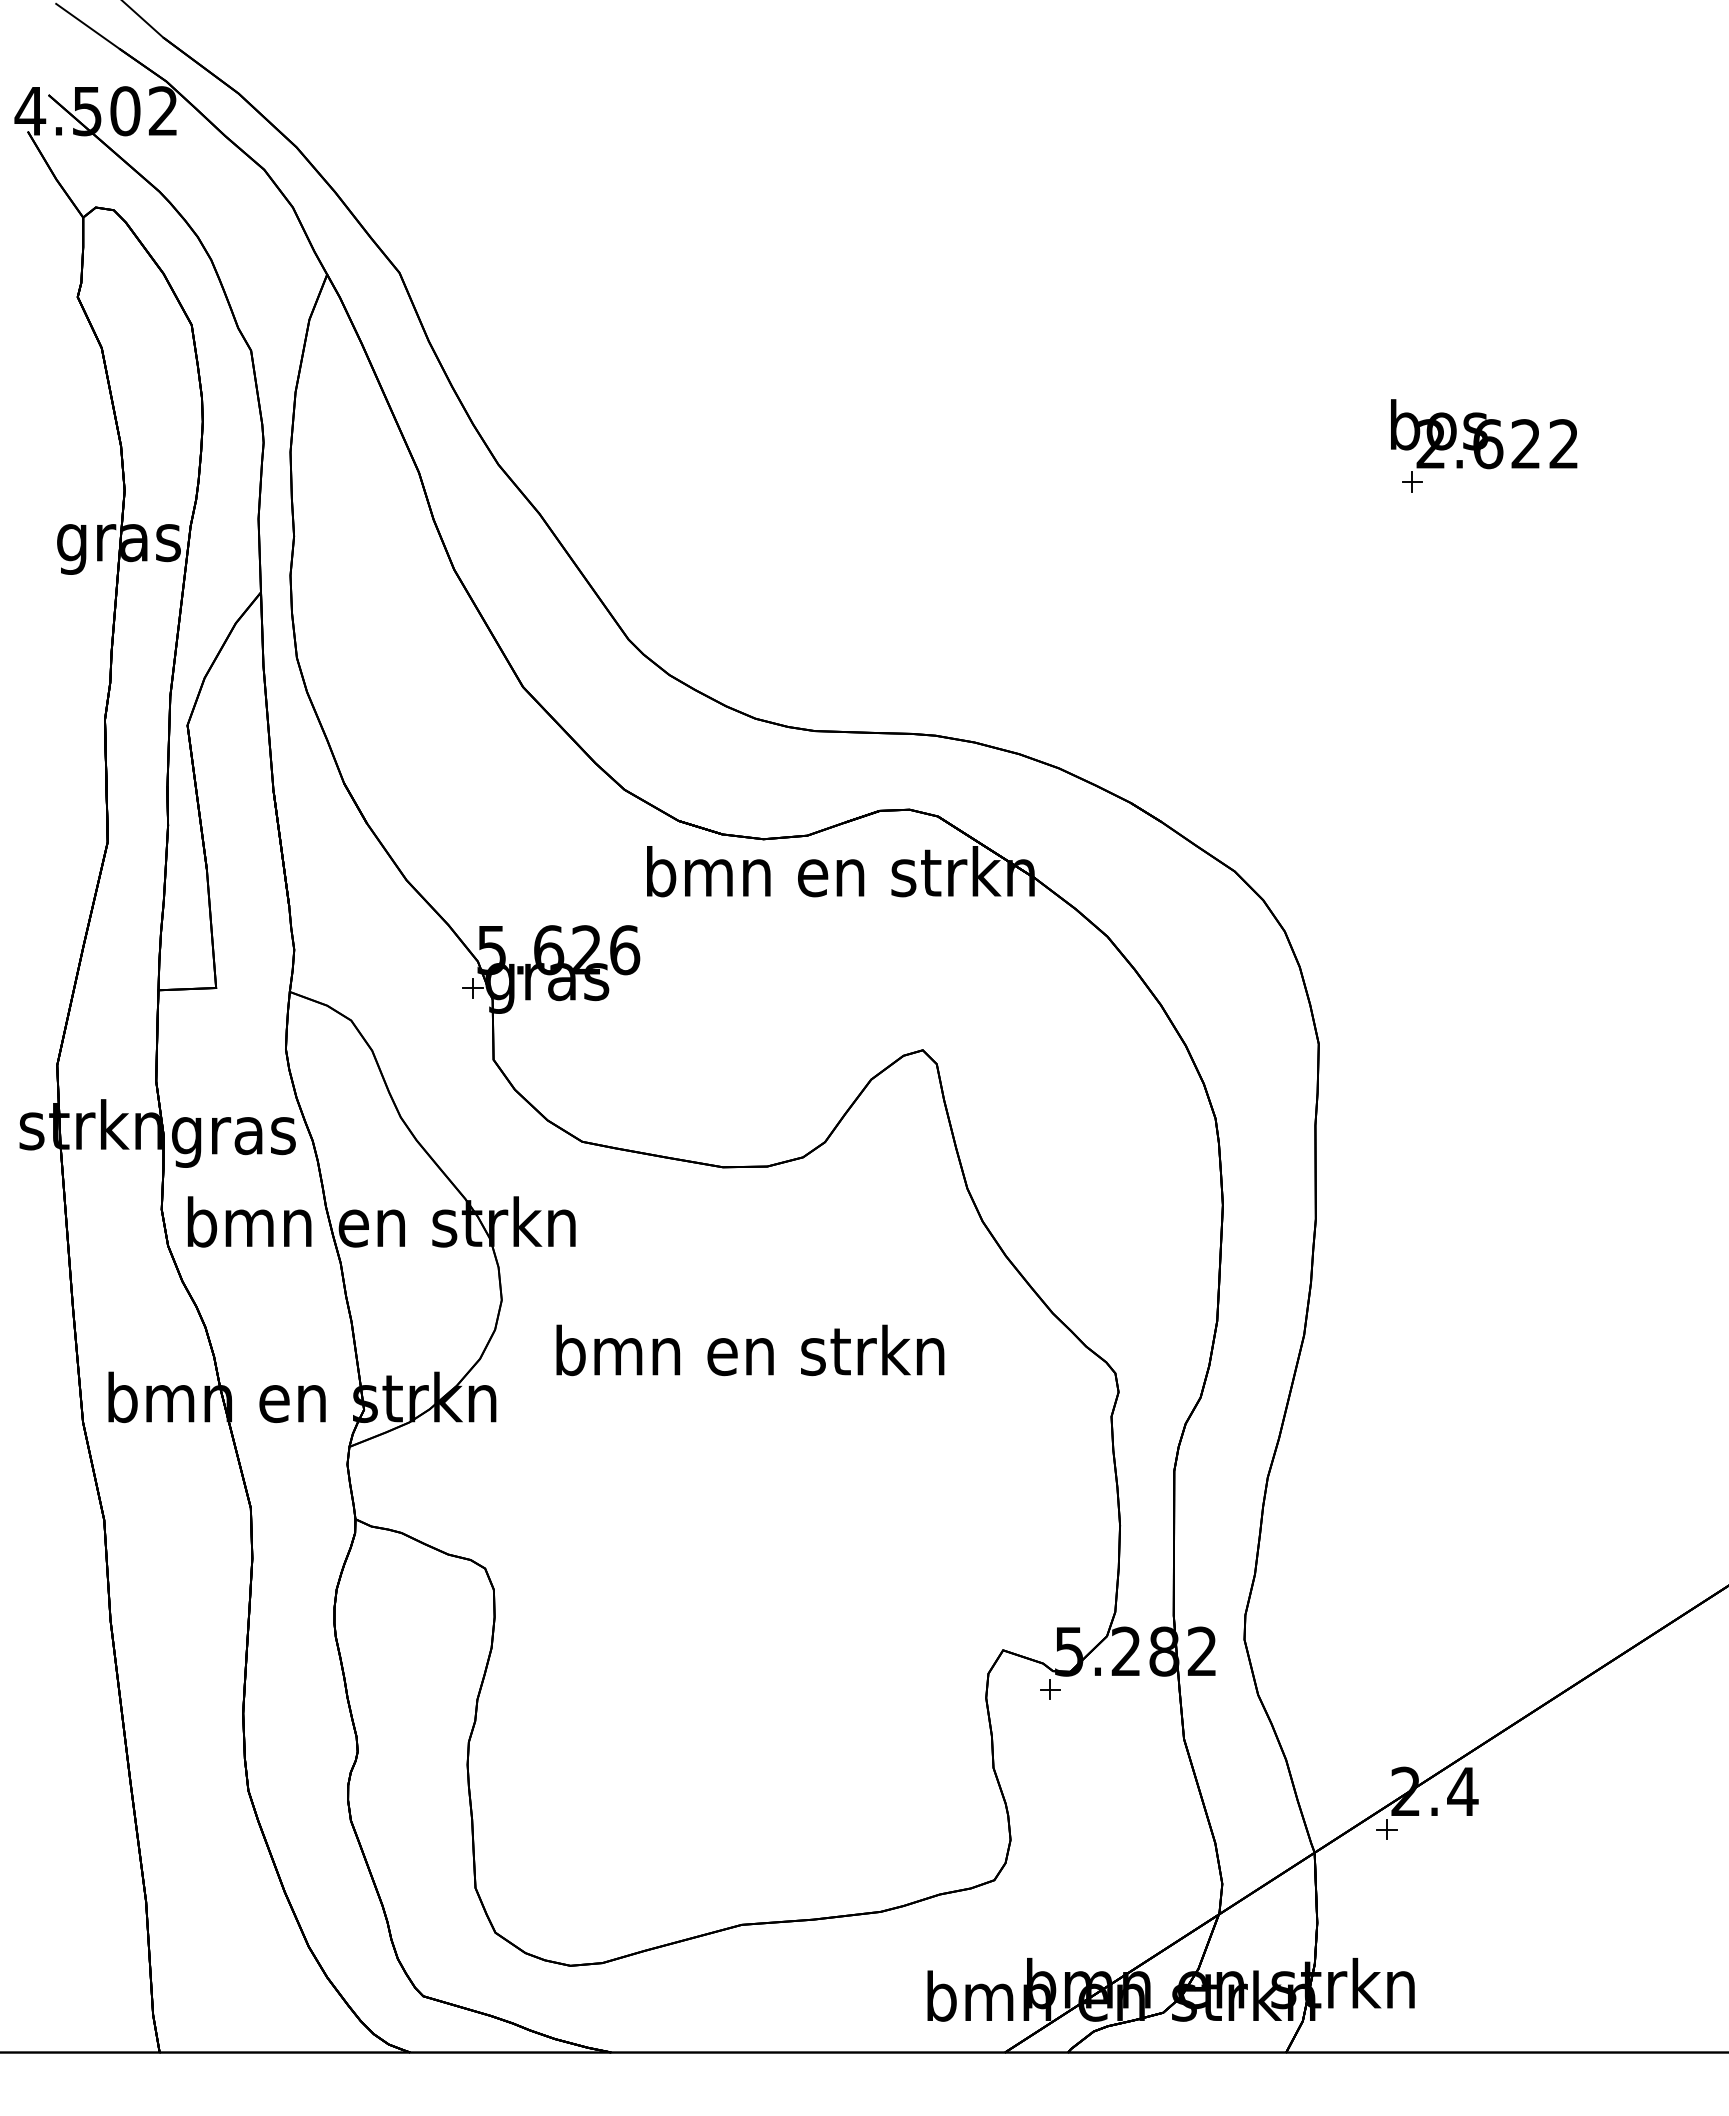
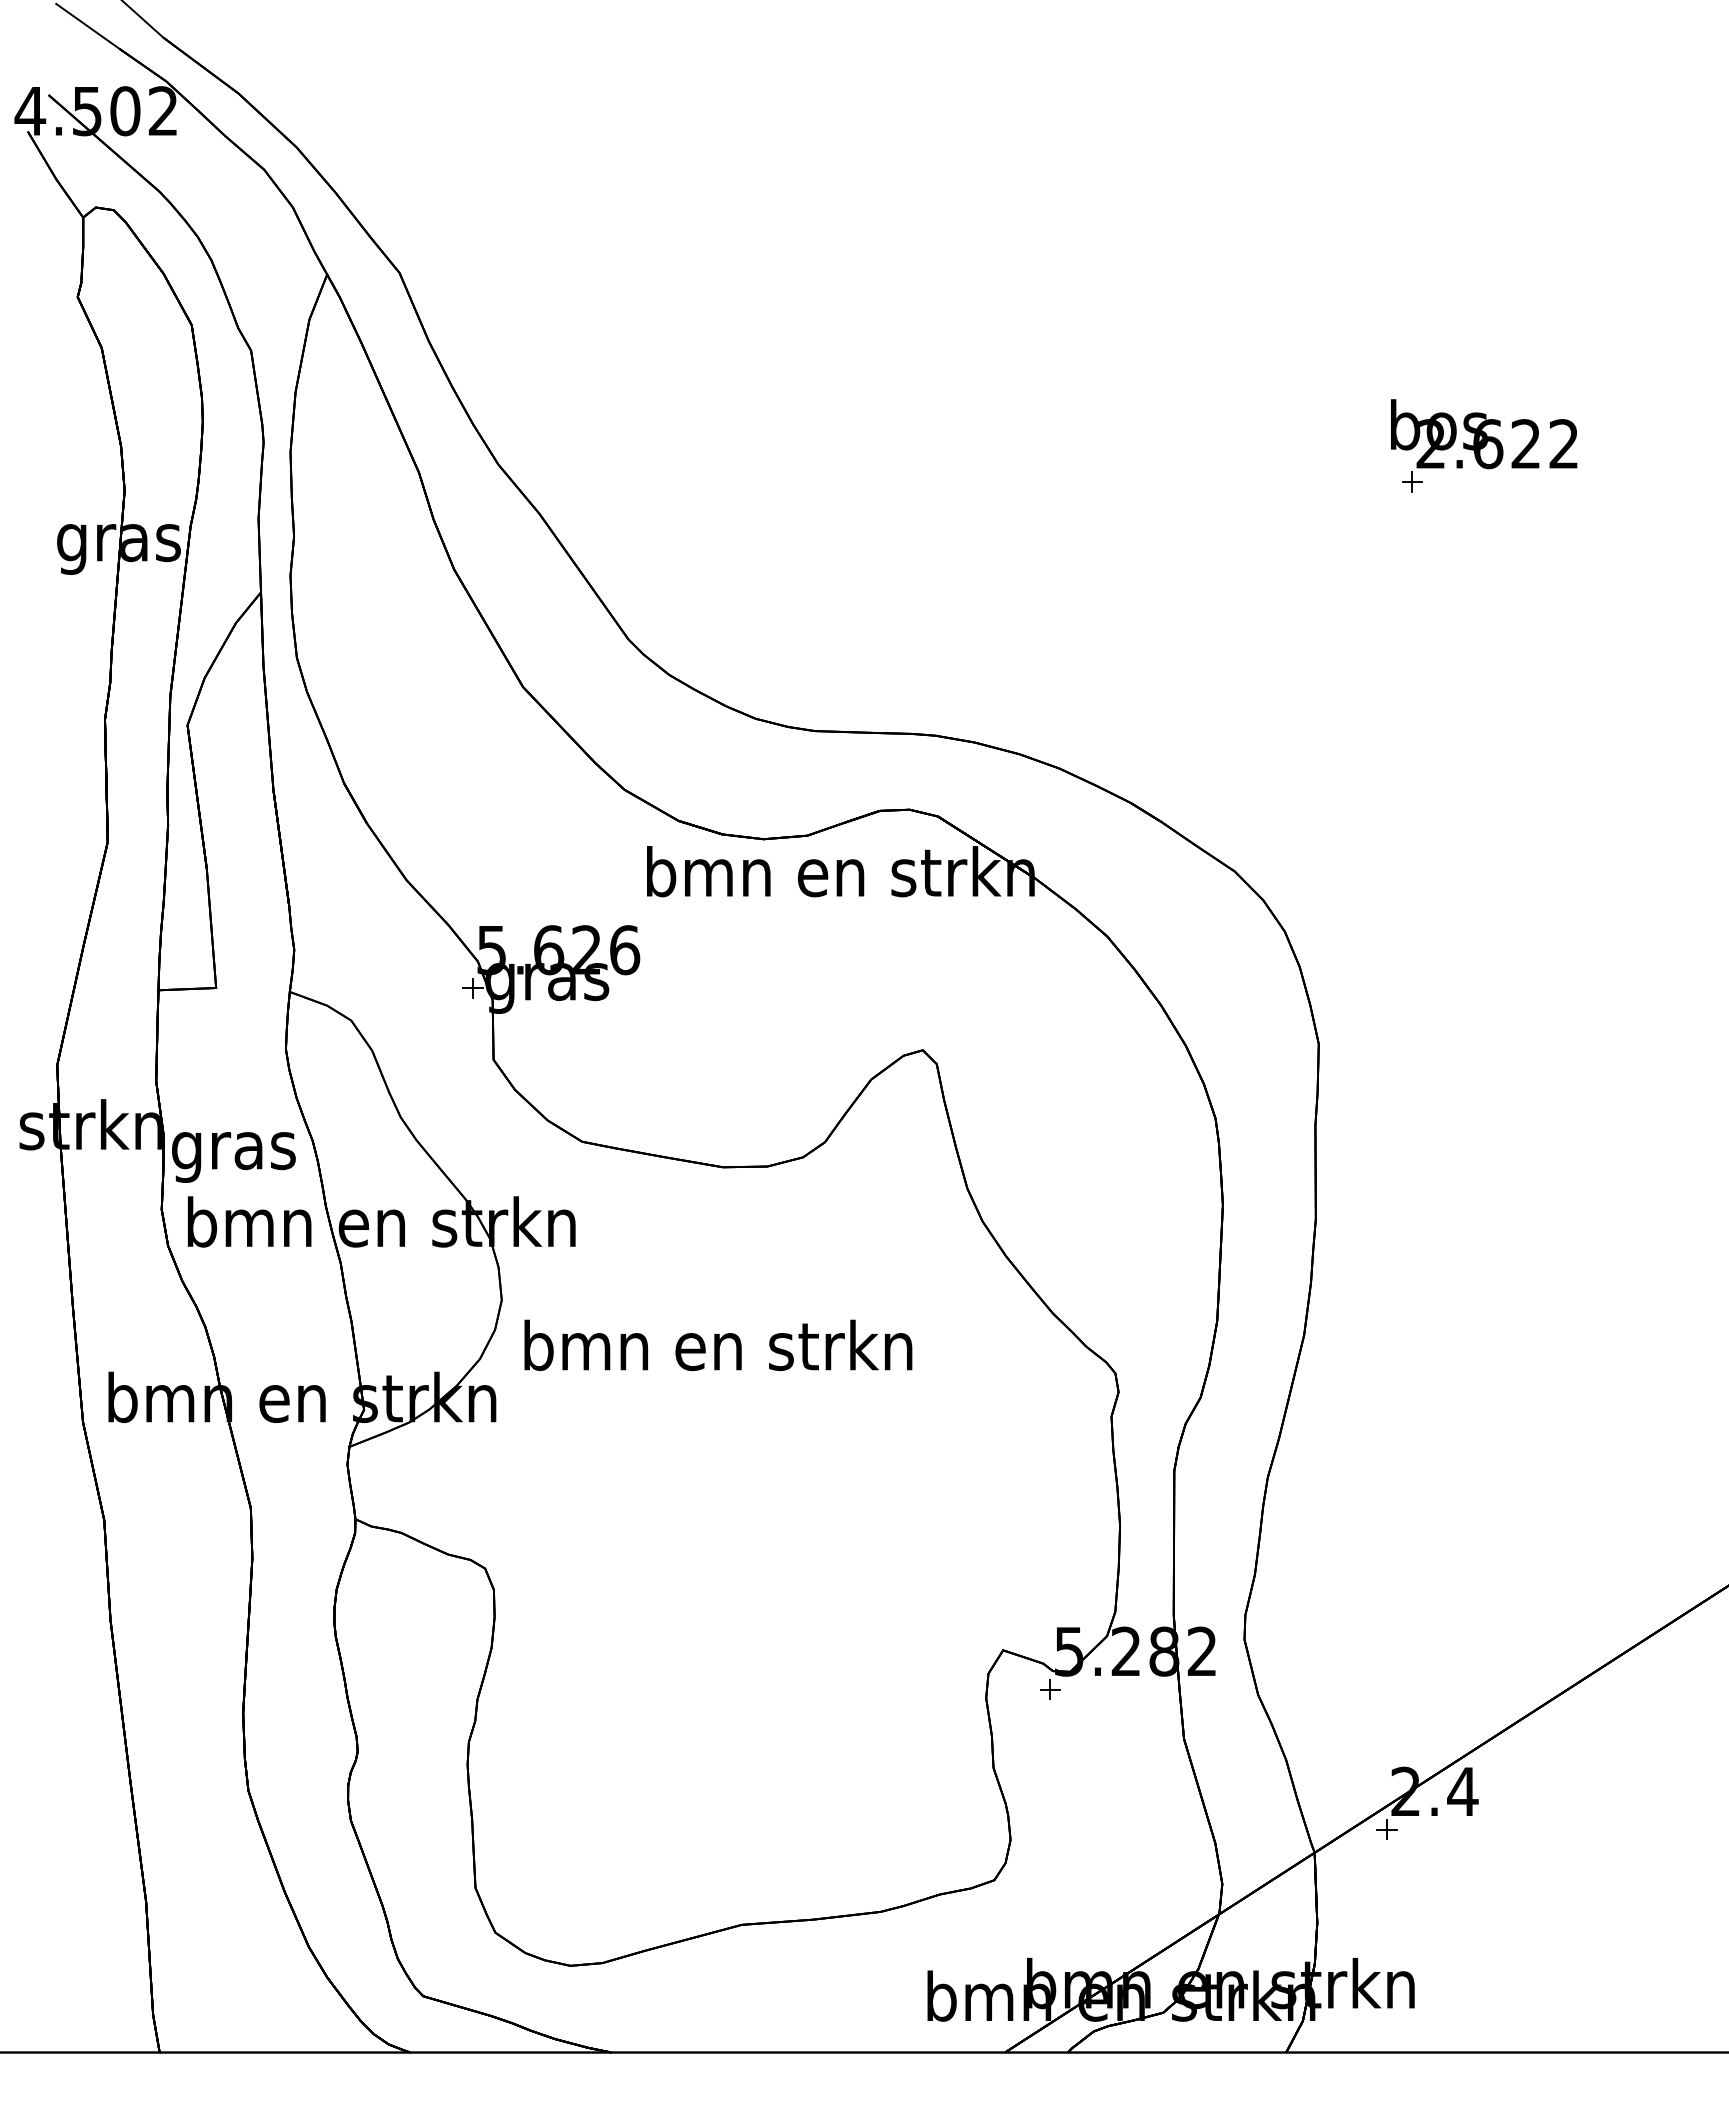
text at (233, 1142) position: (233, 1142) -> (233, 1157)
text at (750, 1350) position: (750, 1350) -> (718, 1345)
